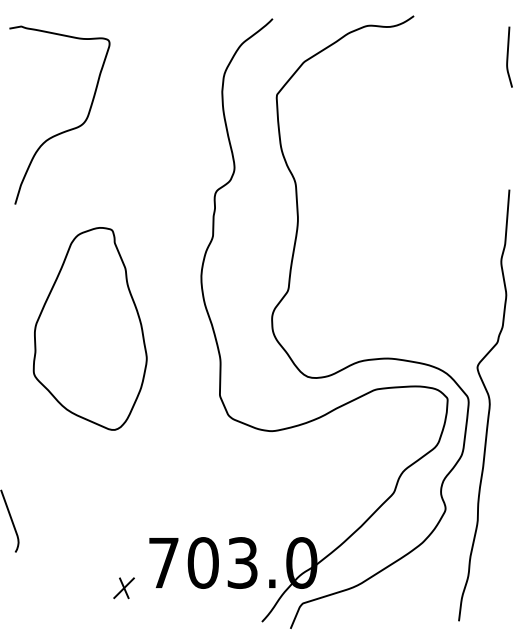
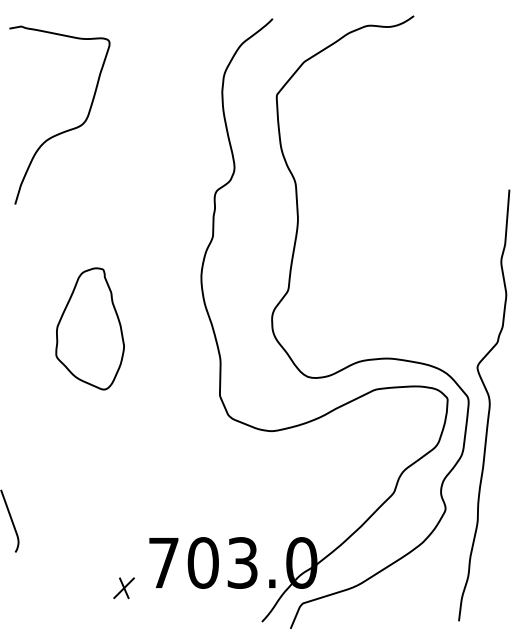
curve at (508, 56): present -> none
part at (89, 328) size: 116x204 px -> 70x124 px
